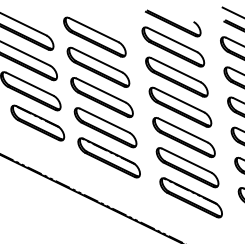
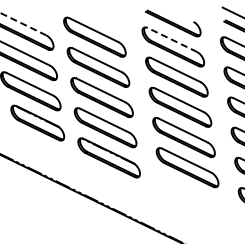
line at (23, 24): solid -> dashed
line at (172, 39): solid -> dashed
part at (190, 197): present -> none
